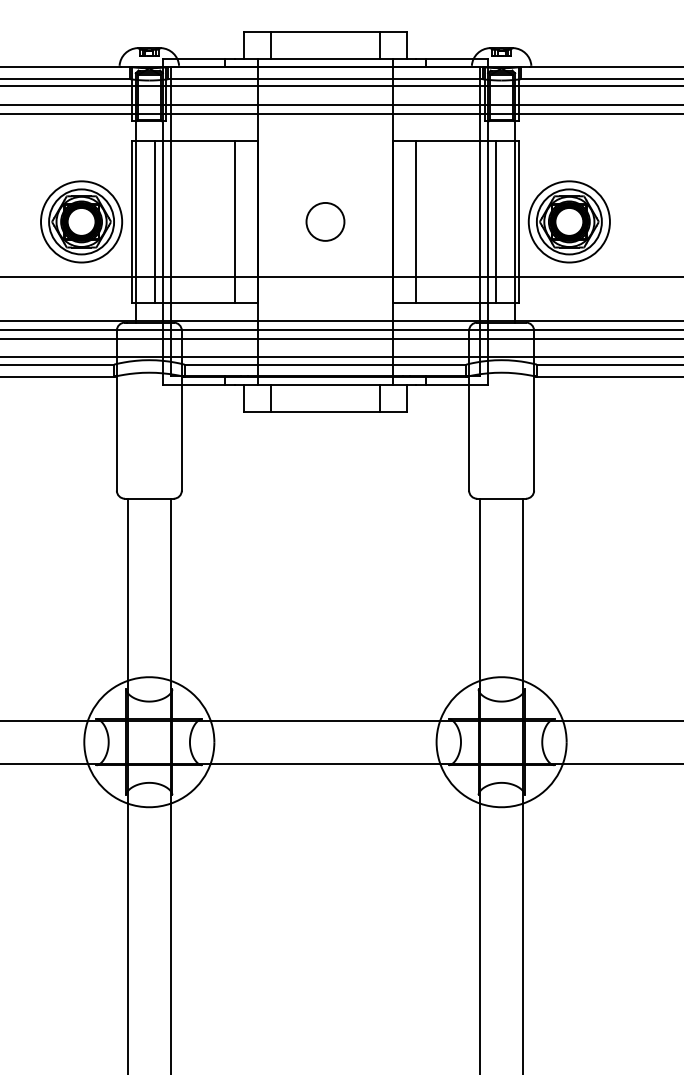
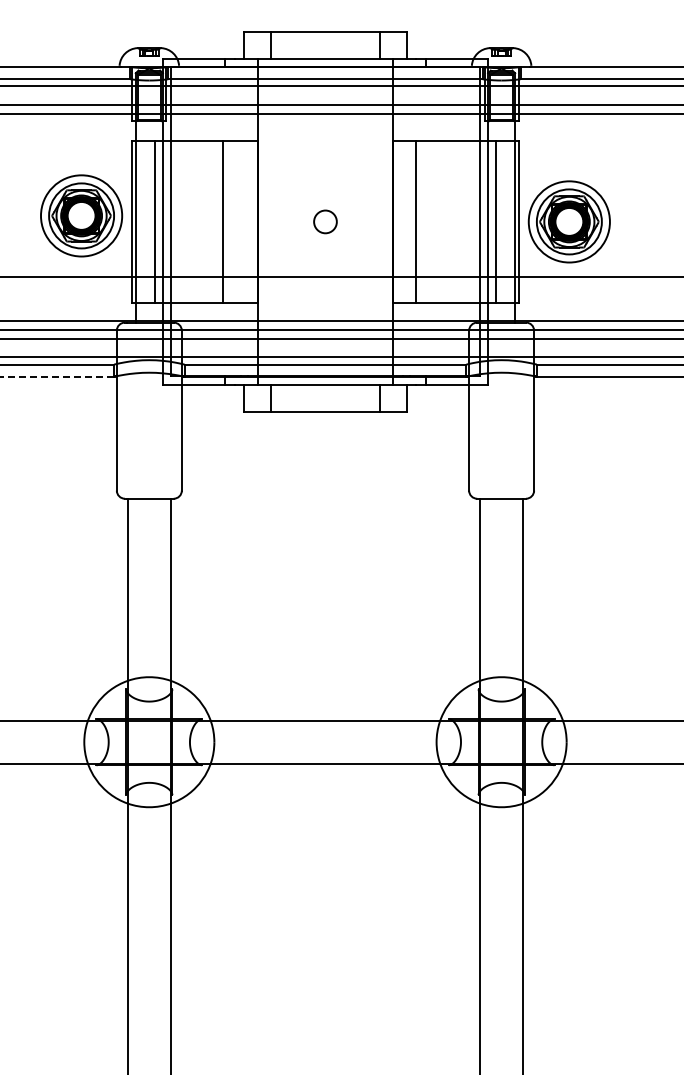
part at (81, 221) position: (81, 221) -> (81, 215)
line at (235, 221) position: (235, 221) -> (223, 221)
circle at (325, 221) diameter: 38 px -> 23 px
line at (57, 376): solid -> dashed
